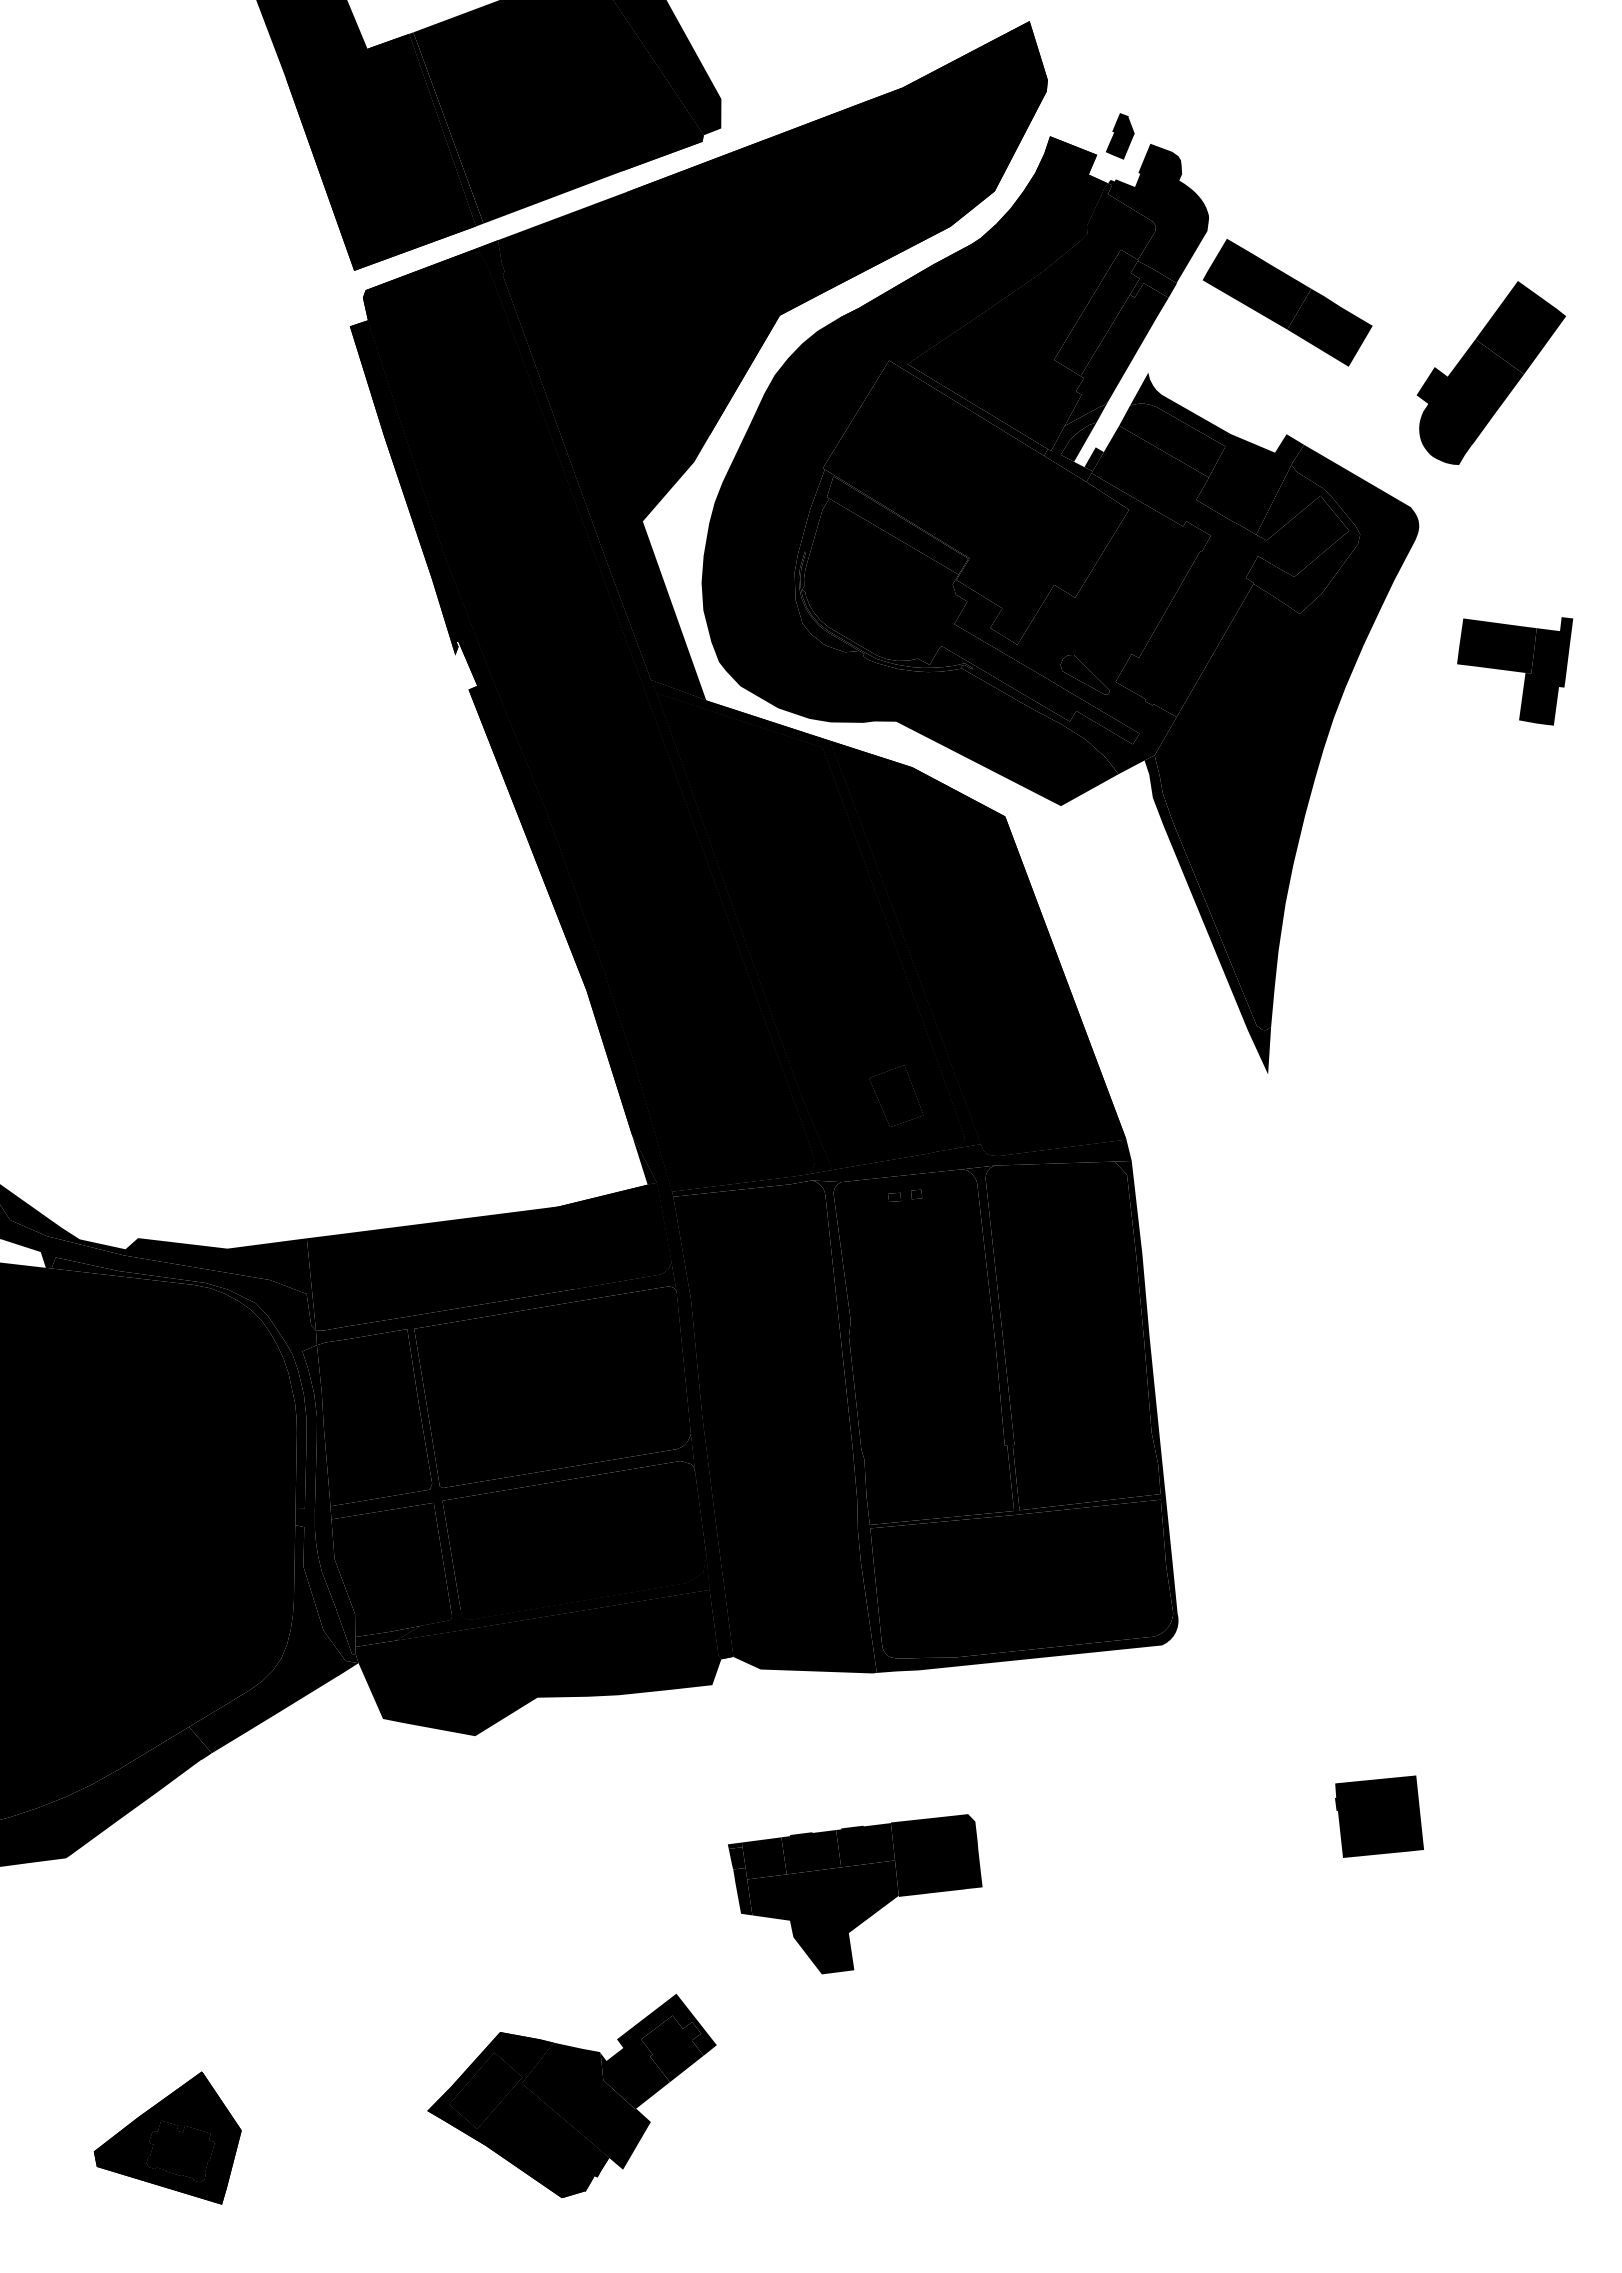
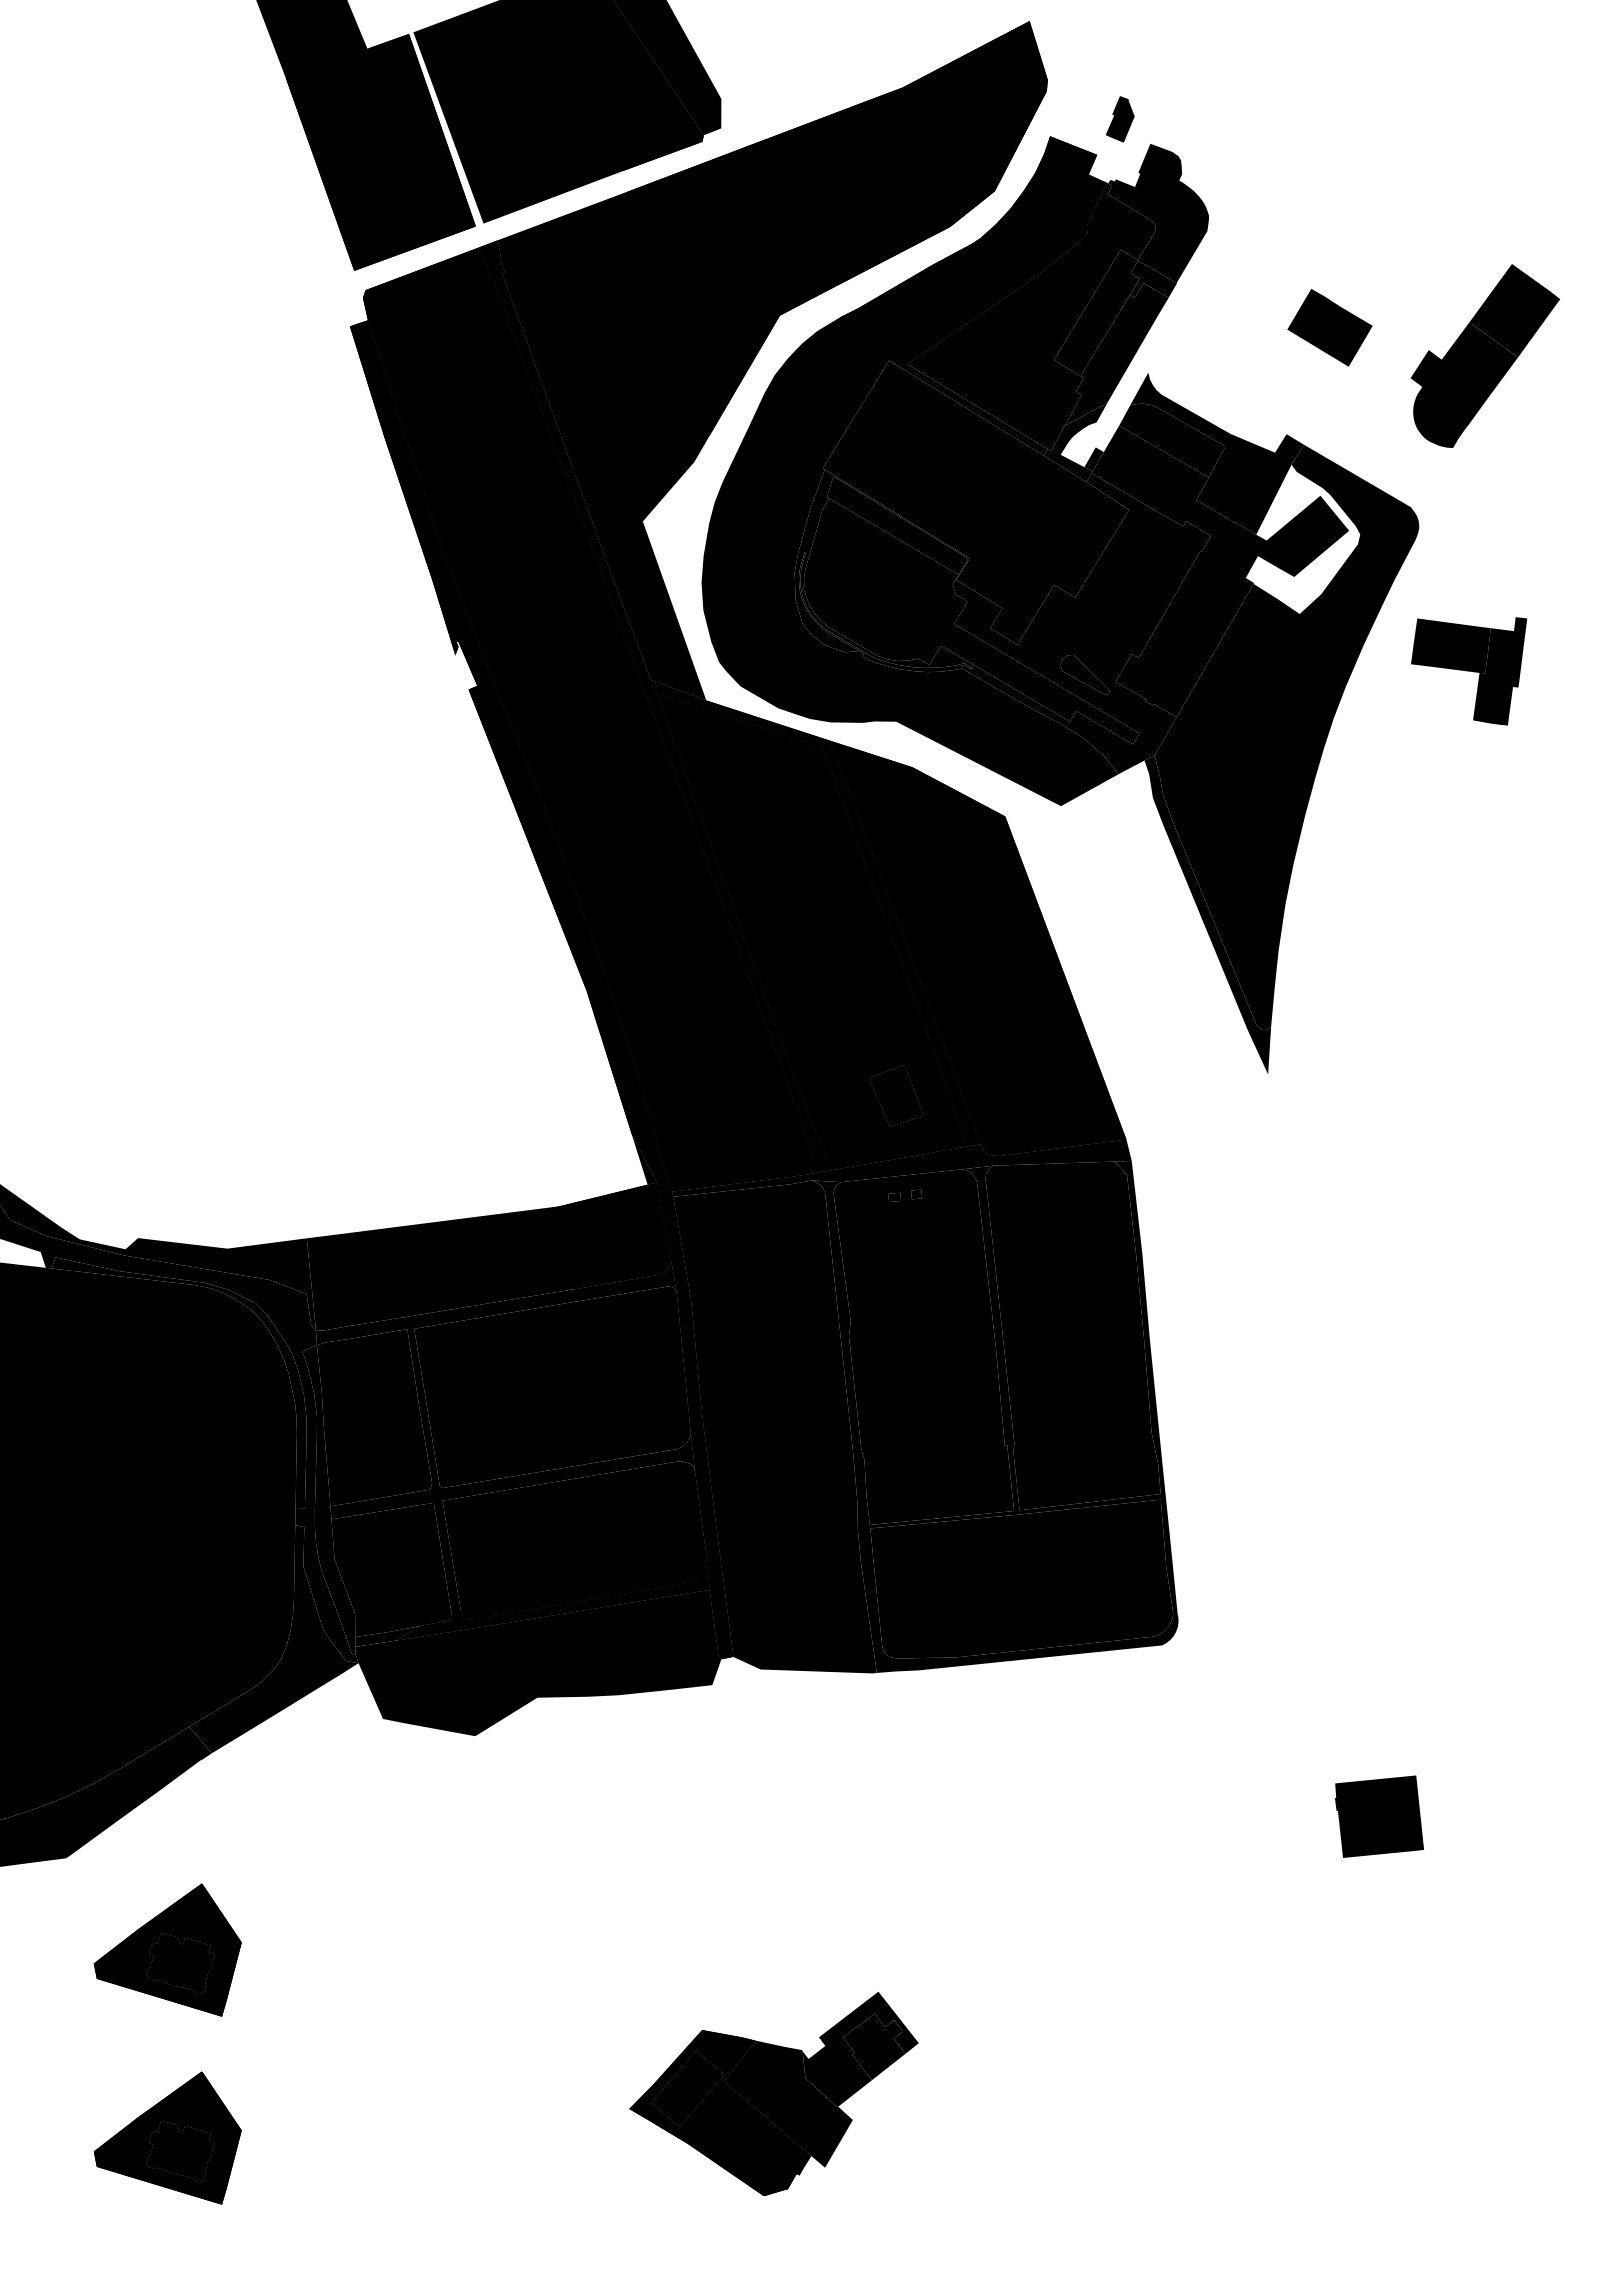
fill at (446, 129): present -> none
part at (1120, 136) position: (1120, 136) -> (1120, 119)
fill at (1256, 283): present -> none
part at (1490, 372) position: (1490, 372) -> (1484, 355)
fill at (1078, 441): present -> none
fill at (1302, 539): present -> none
part at (1515, 671) position: (1515, 671) -> (1469, 671)
part at (855, 1894): present -> none
part at (167, 1949): none -> present
part at (571, 2096) position: (571, 2096) -> (773, 2094)
